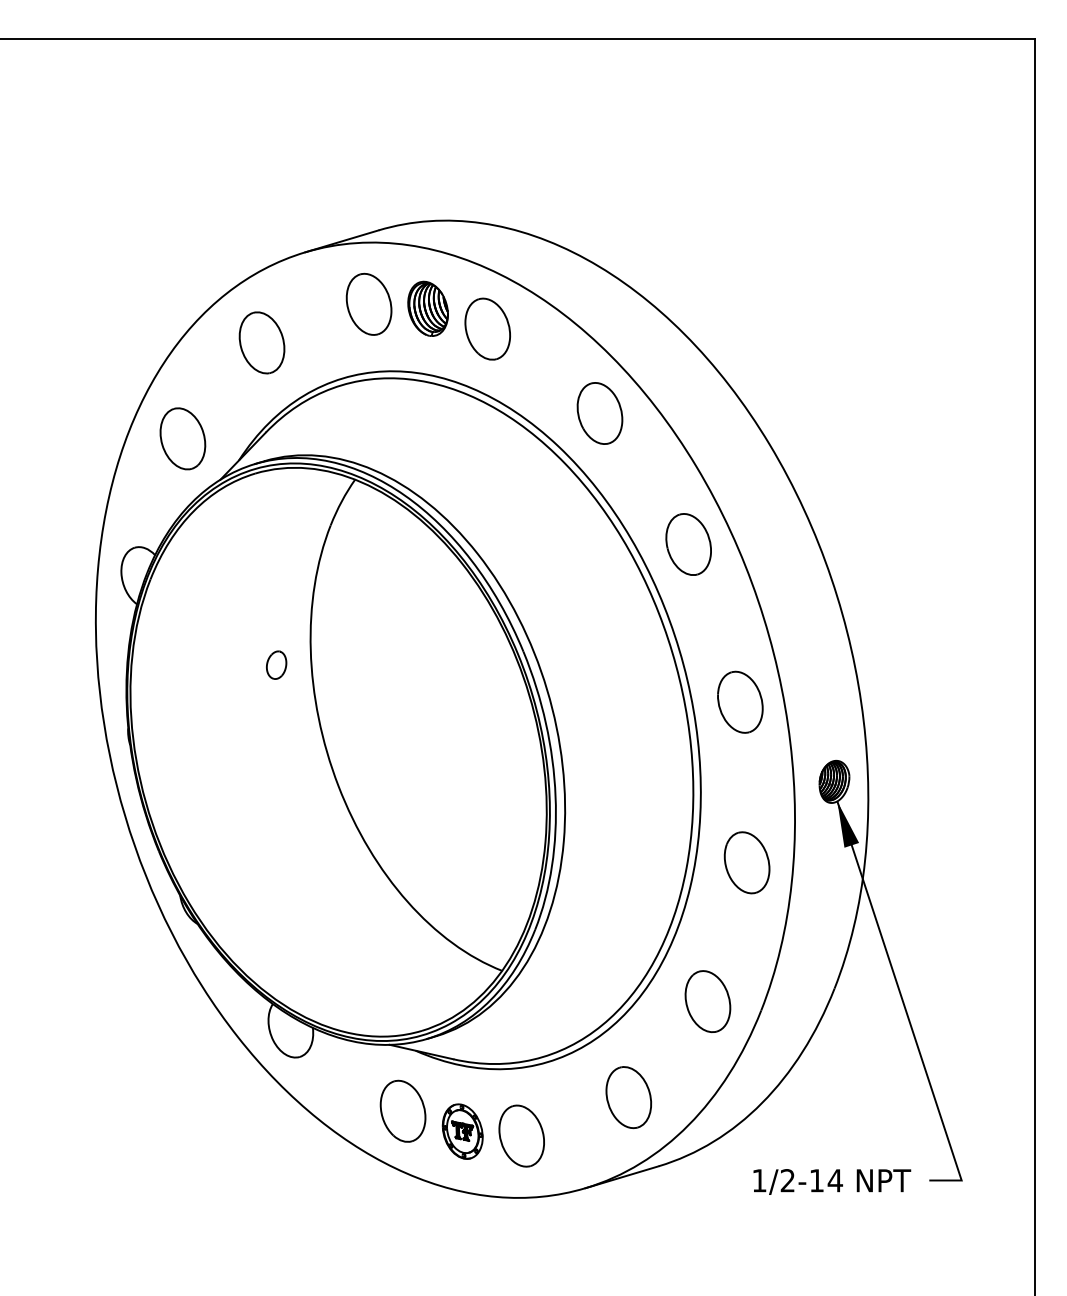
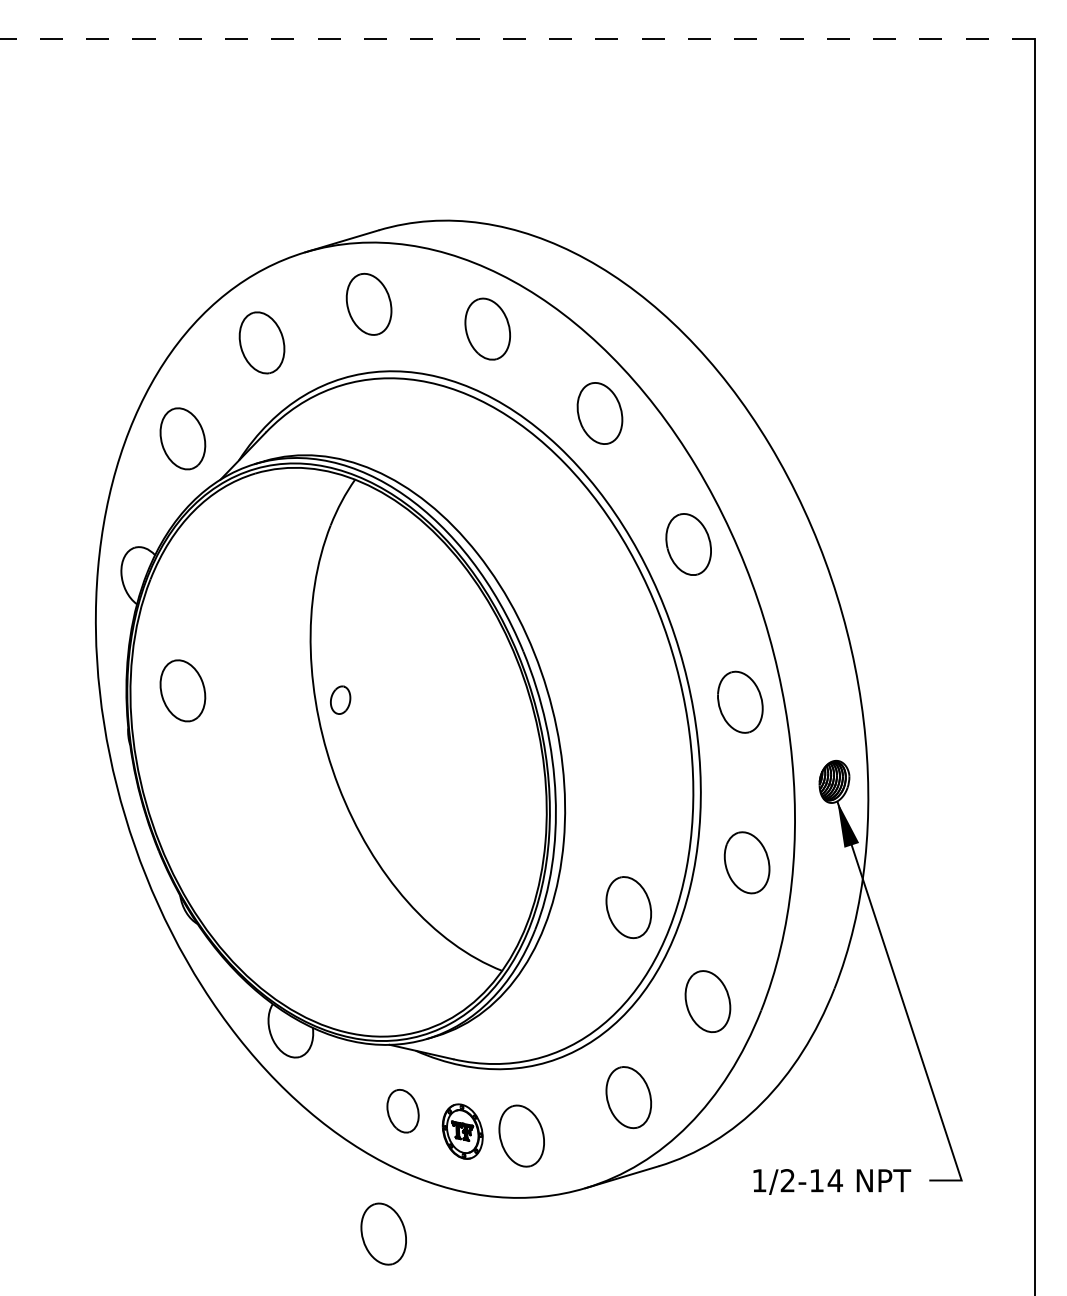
line at (518, 38): solid -> dashed
part at (427, 308): present -> none
part at (276, 664) position: (276, 664) -> (340, 699)
part at (182, 690): none -> present
part at (628, 907): none -> present
part at (402, 1110) size: 48x64 px -> 34x45 px
part at (383, 1233): none -> present
